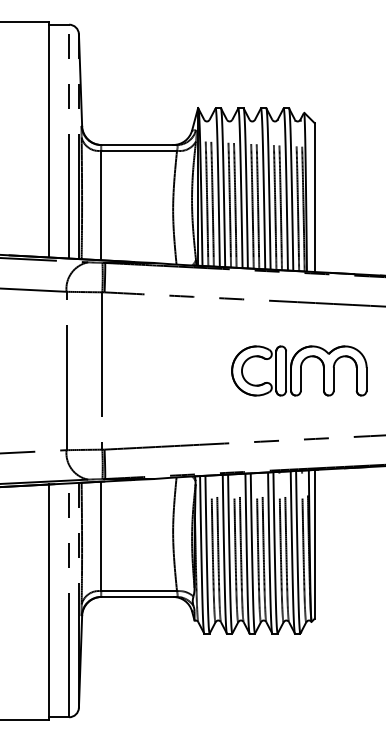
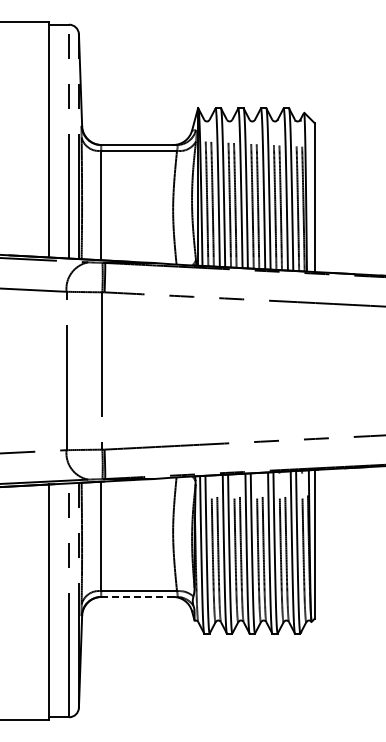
part at (299, 370): present -> none
line at (139, 596): solid -> dashed
